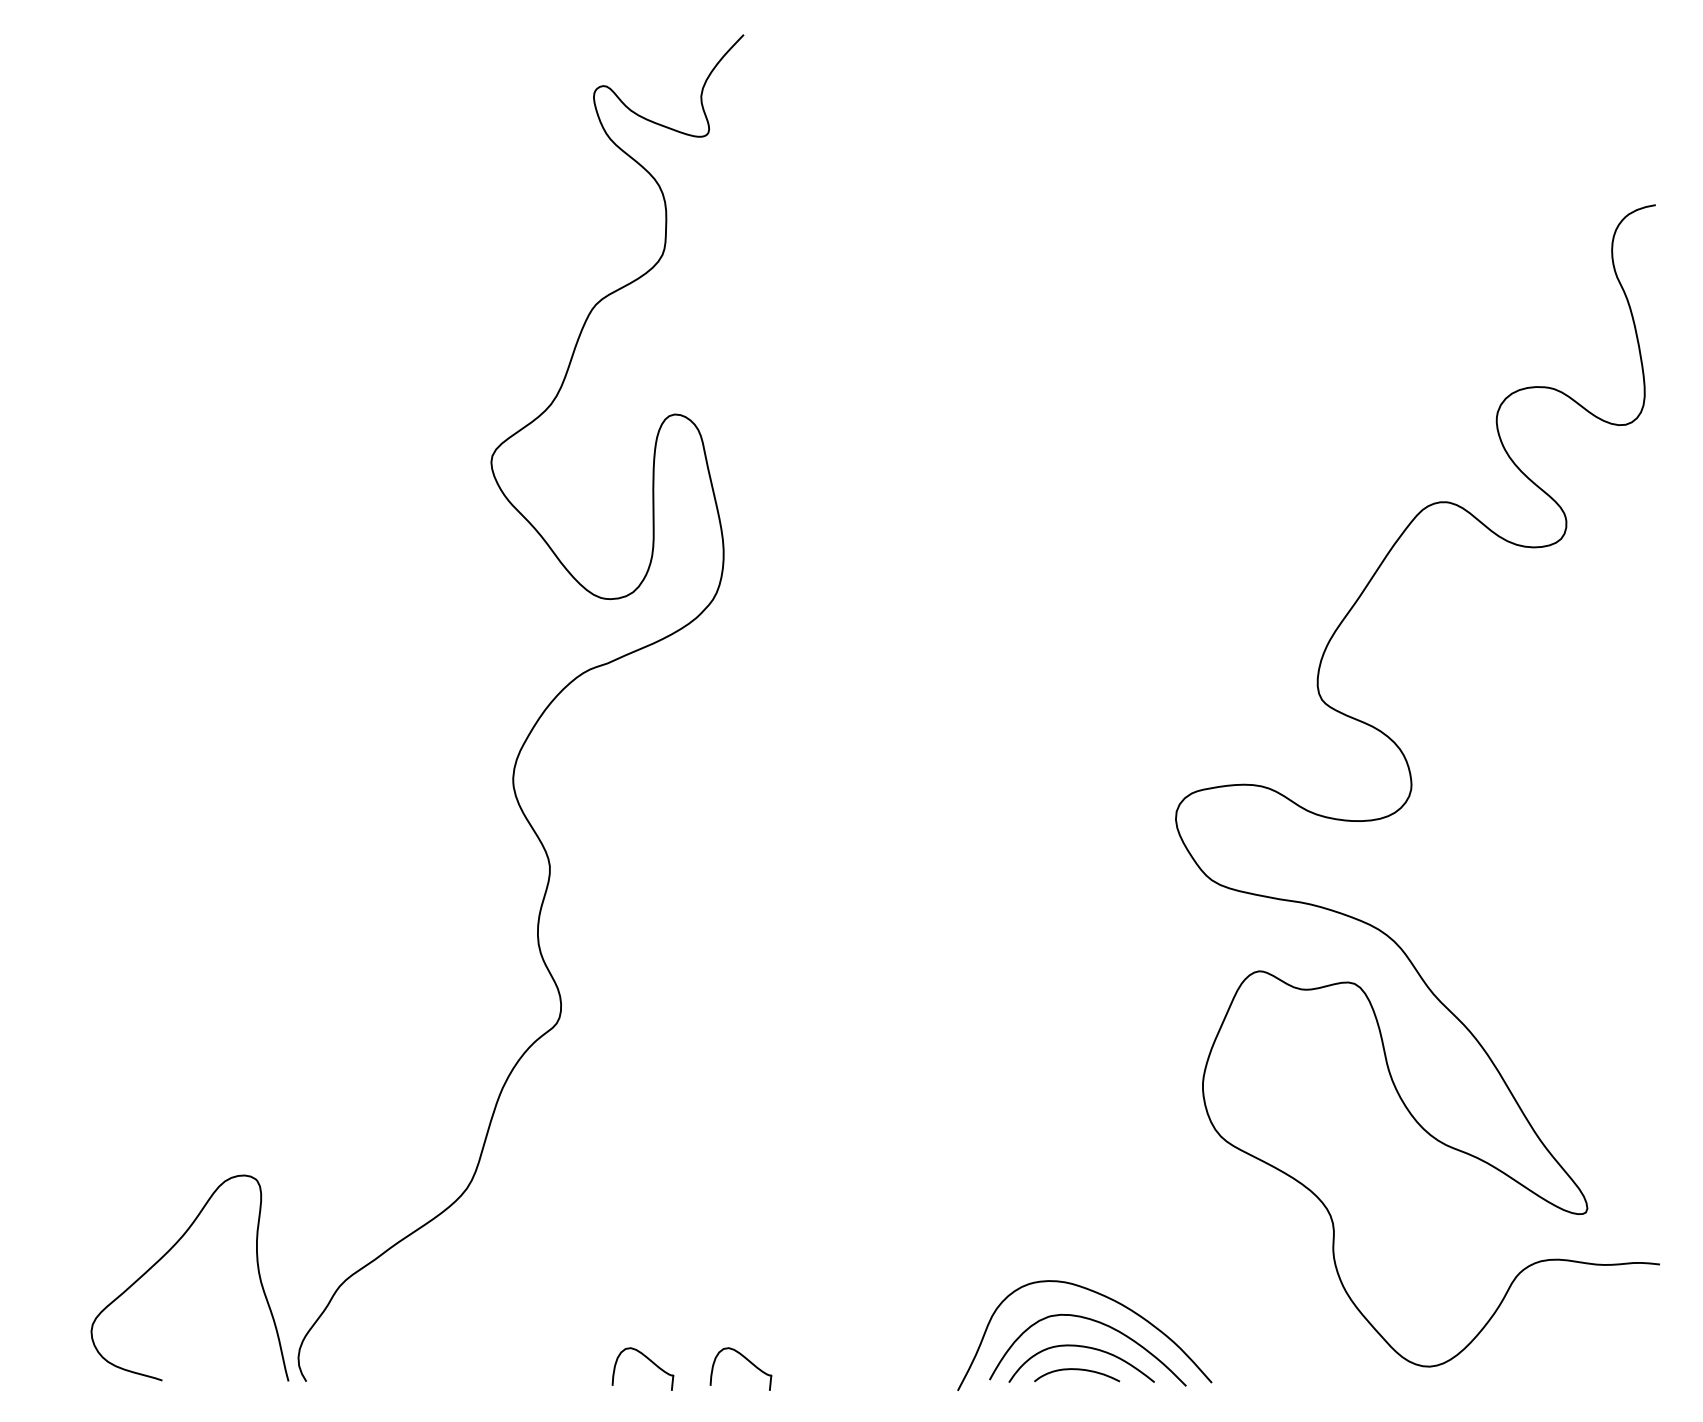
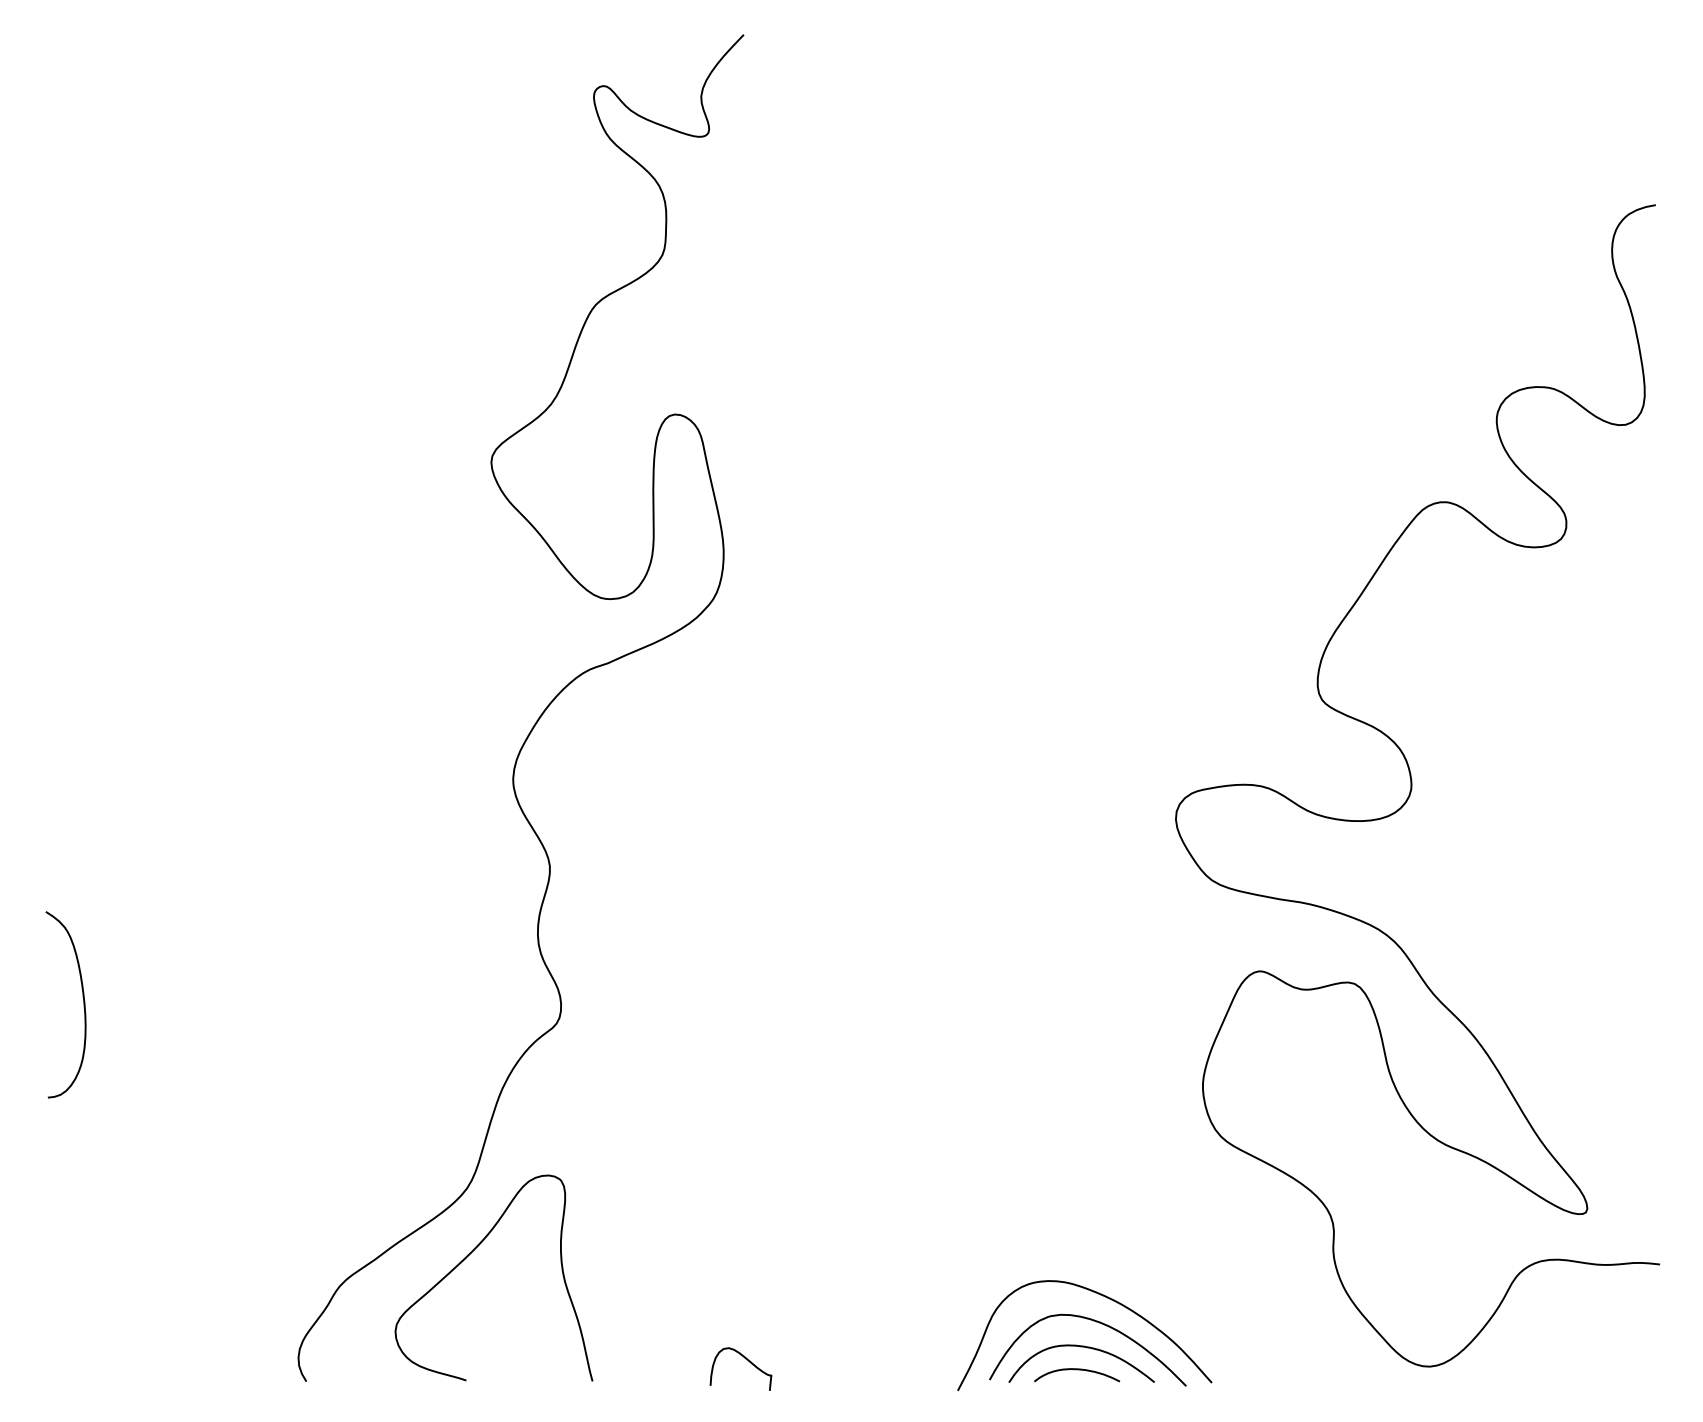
curve at (83, 1004): none -> present
curve at (166, 1254) position: (166, 1254) -> (470, 1254)
part at (647, 1359): present -> none
